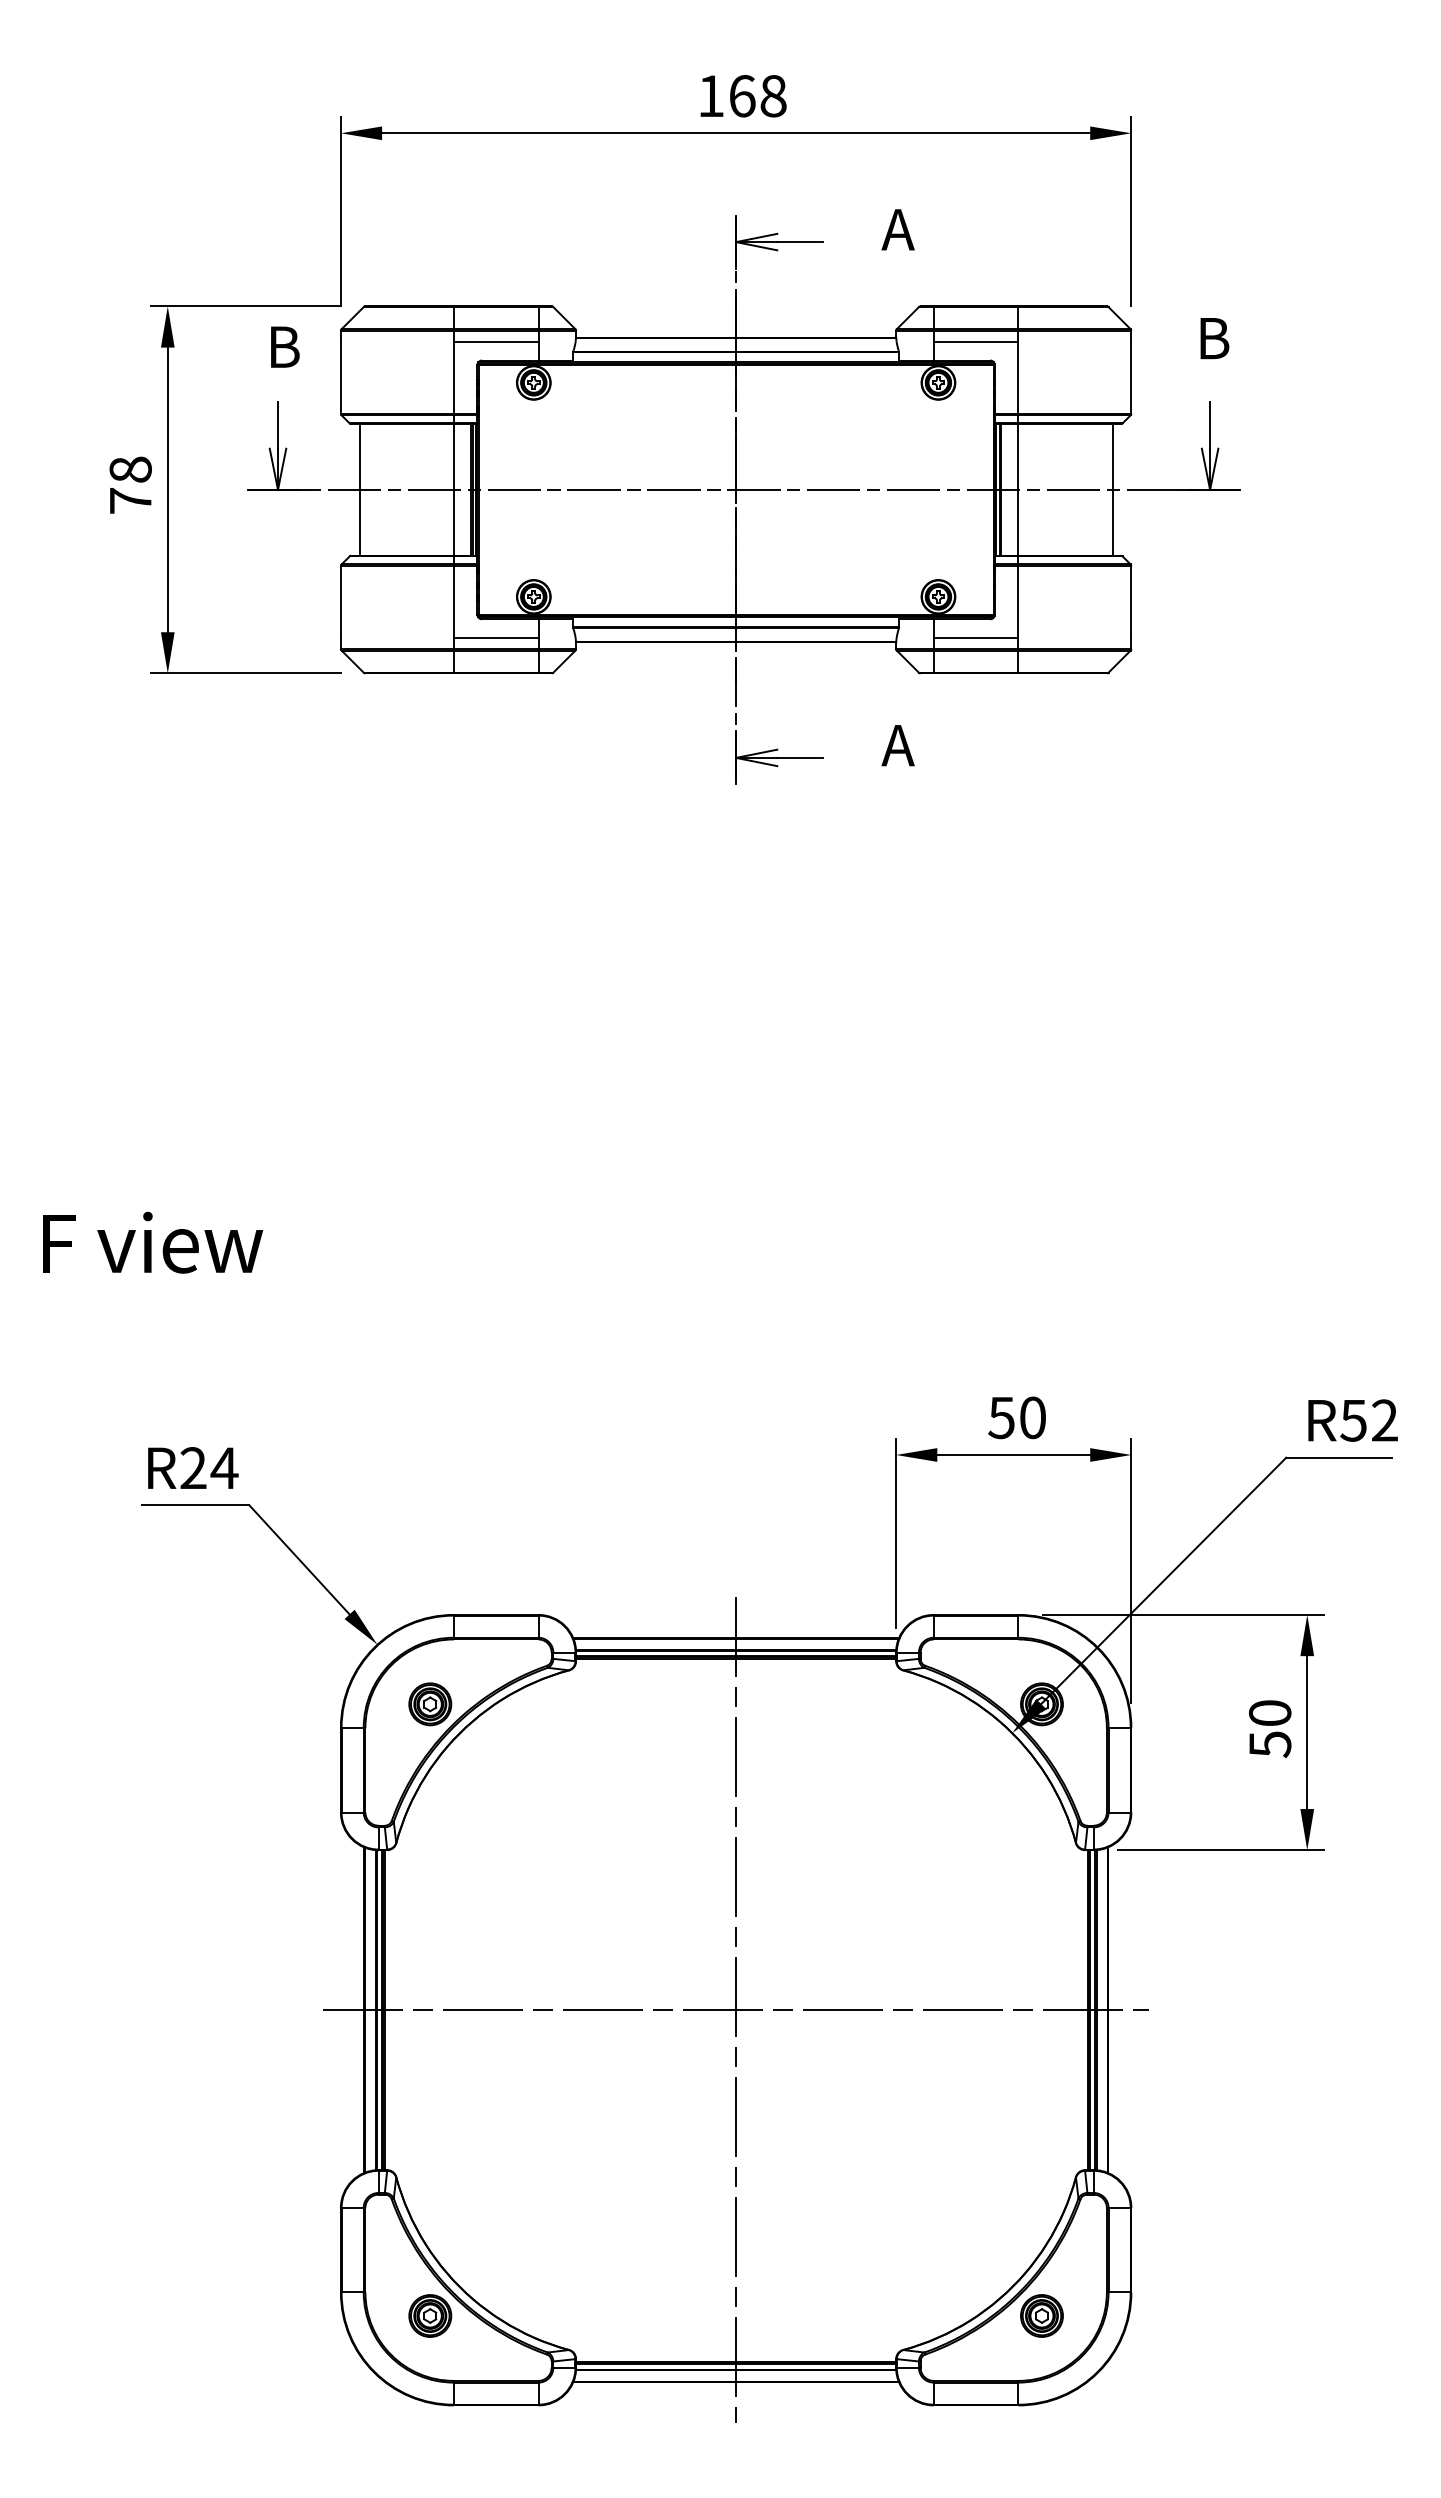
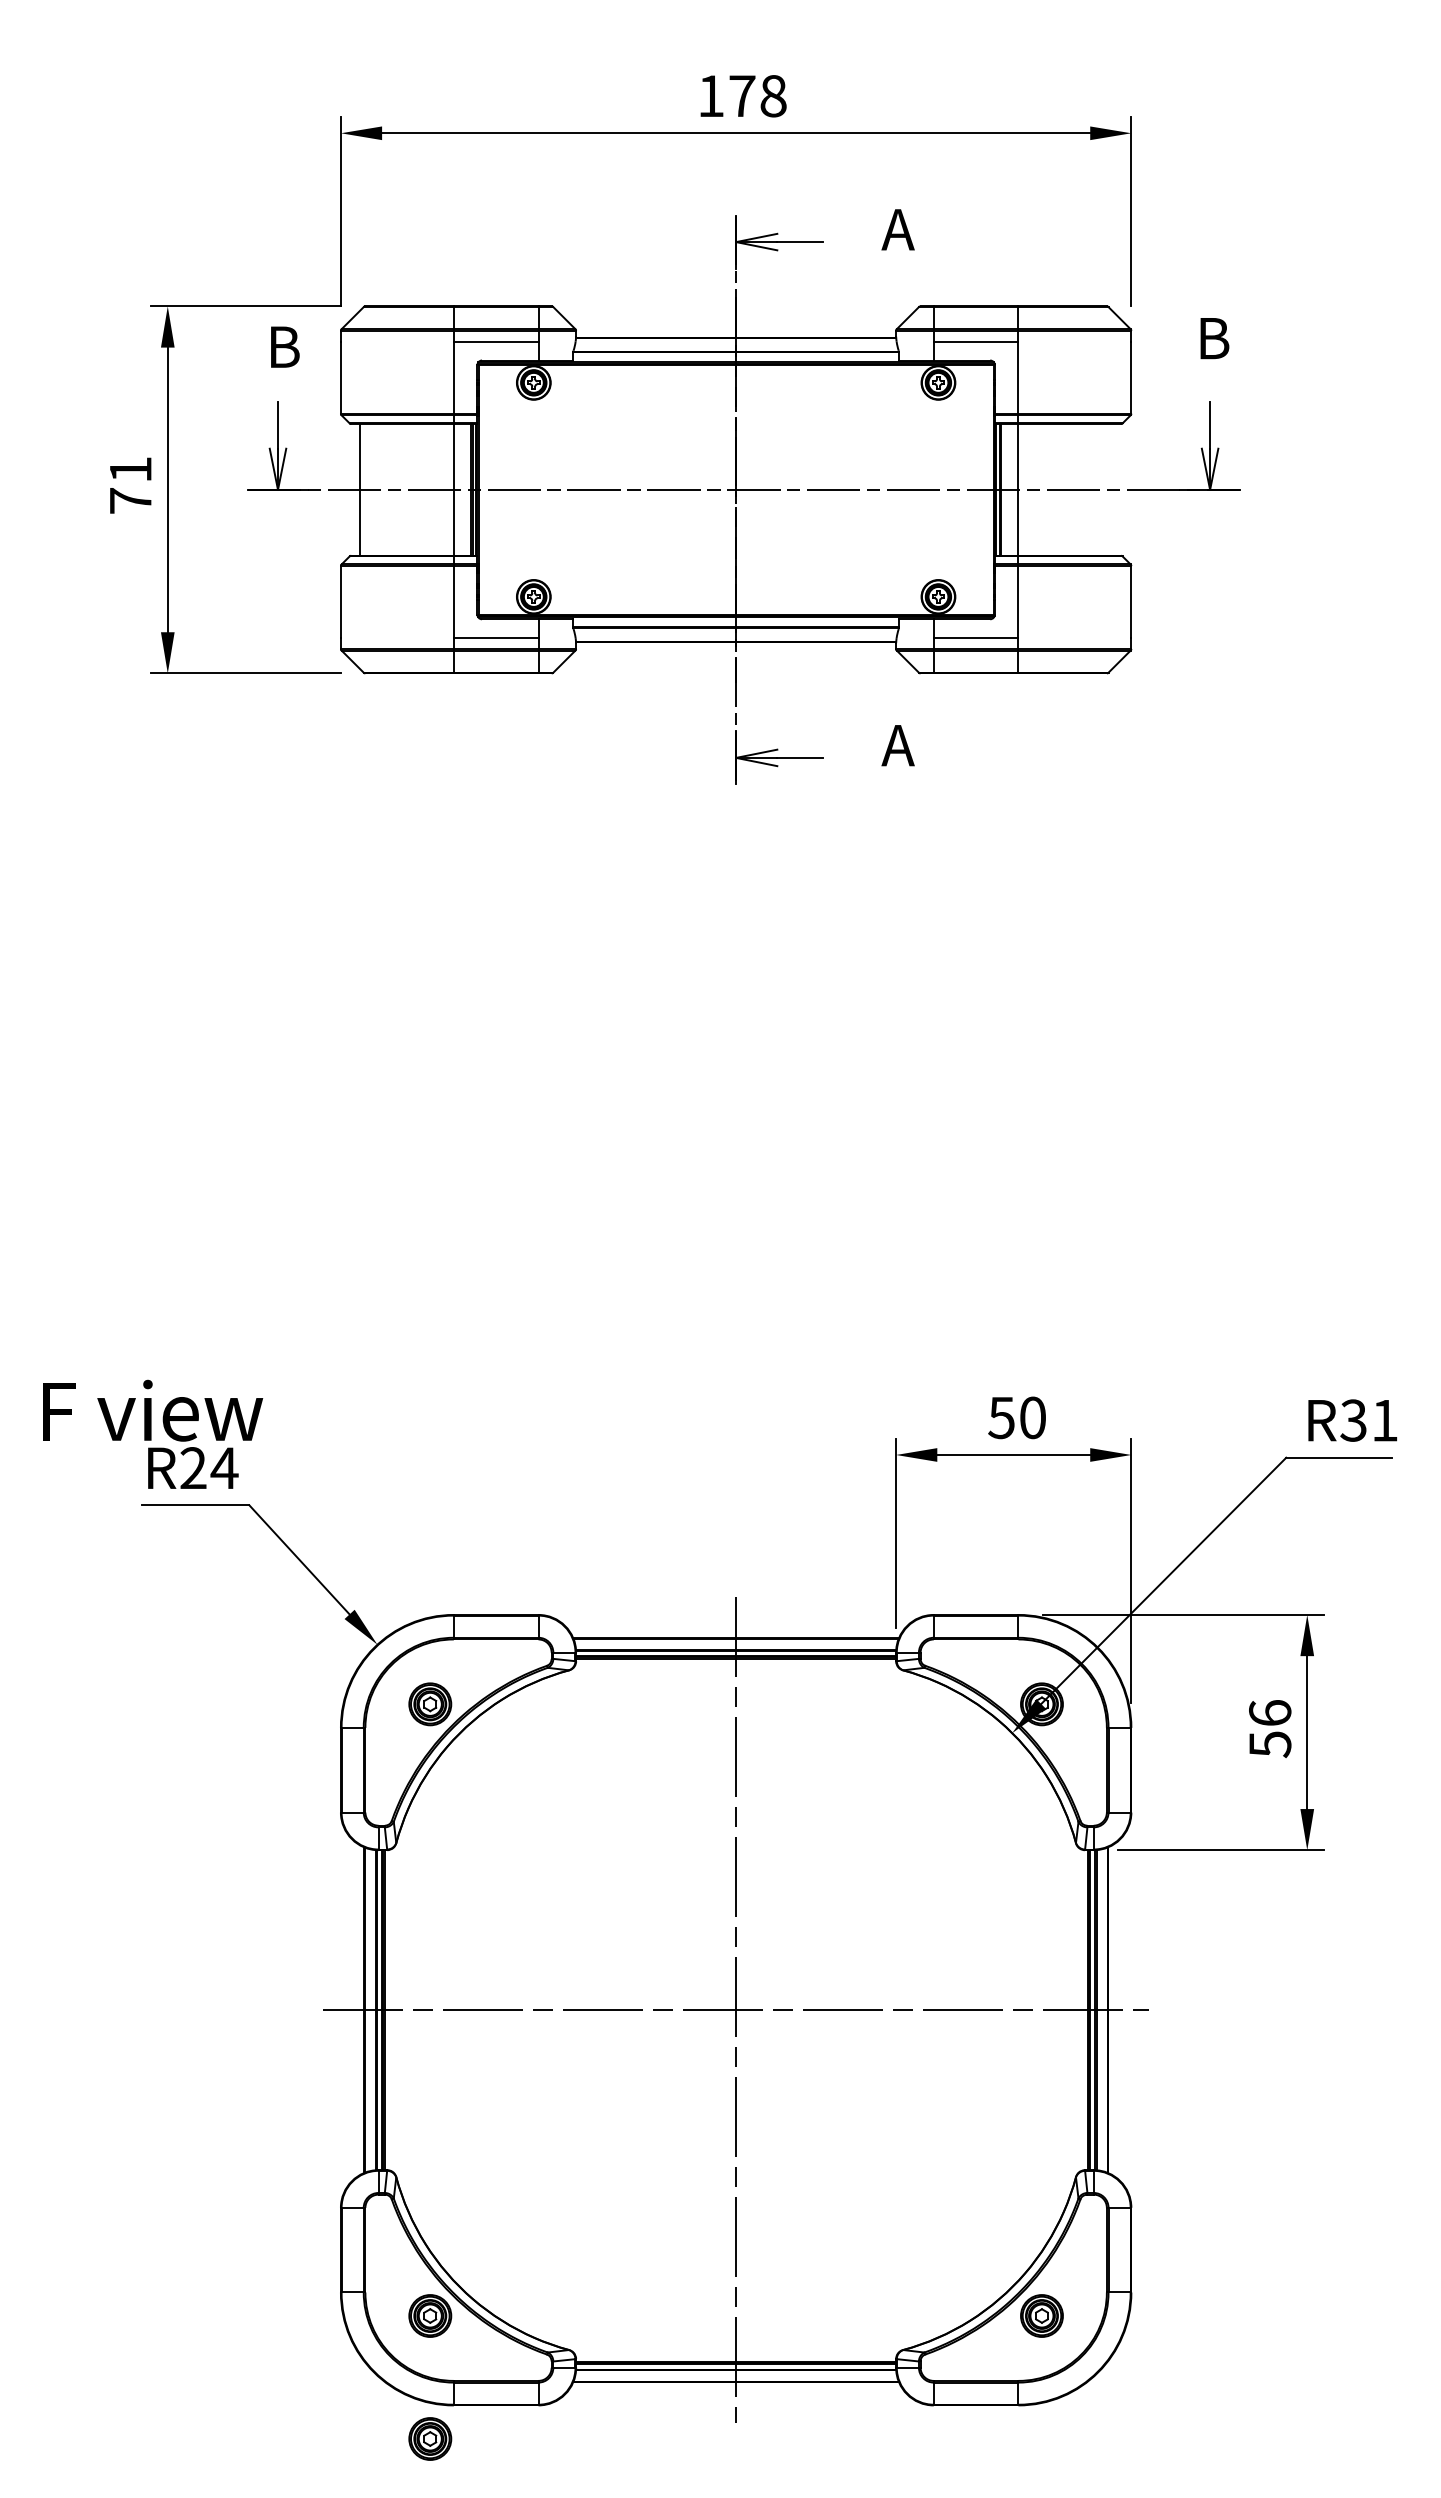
text at (742, 96): 168 -> 178
text at (130, 469): 78 -> 71
line at (1112, 489): present -> none
text at (153, 1242) position: (153, 1242) -> (153, 1410)
text at (1368, 1420): R52 -> R31
text at (1270, 1712): 50 -> 56
part at (430, 2438): none -> present
